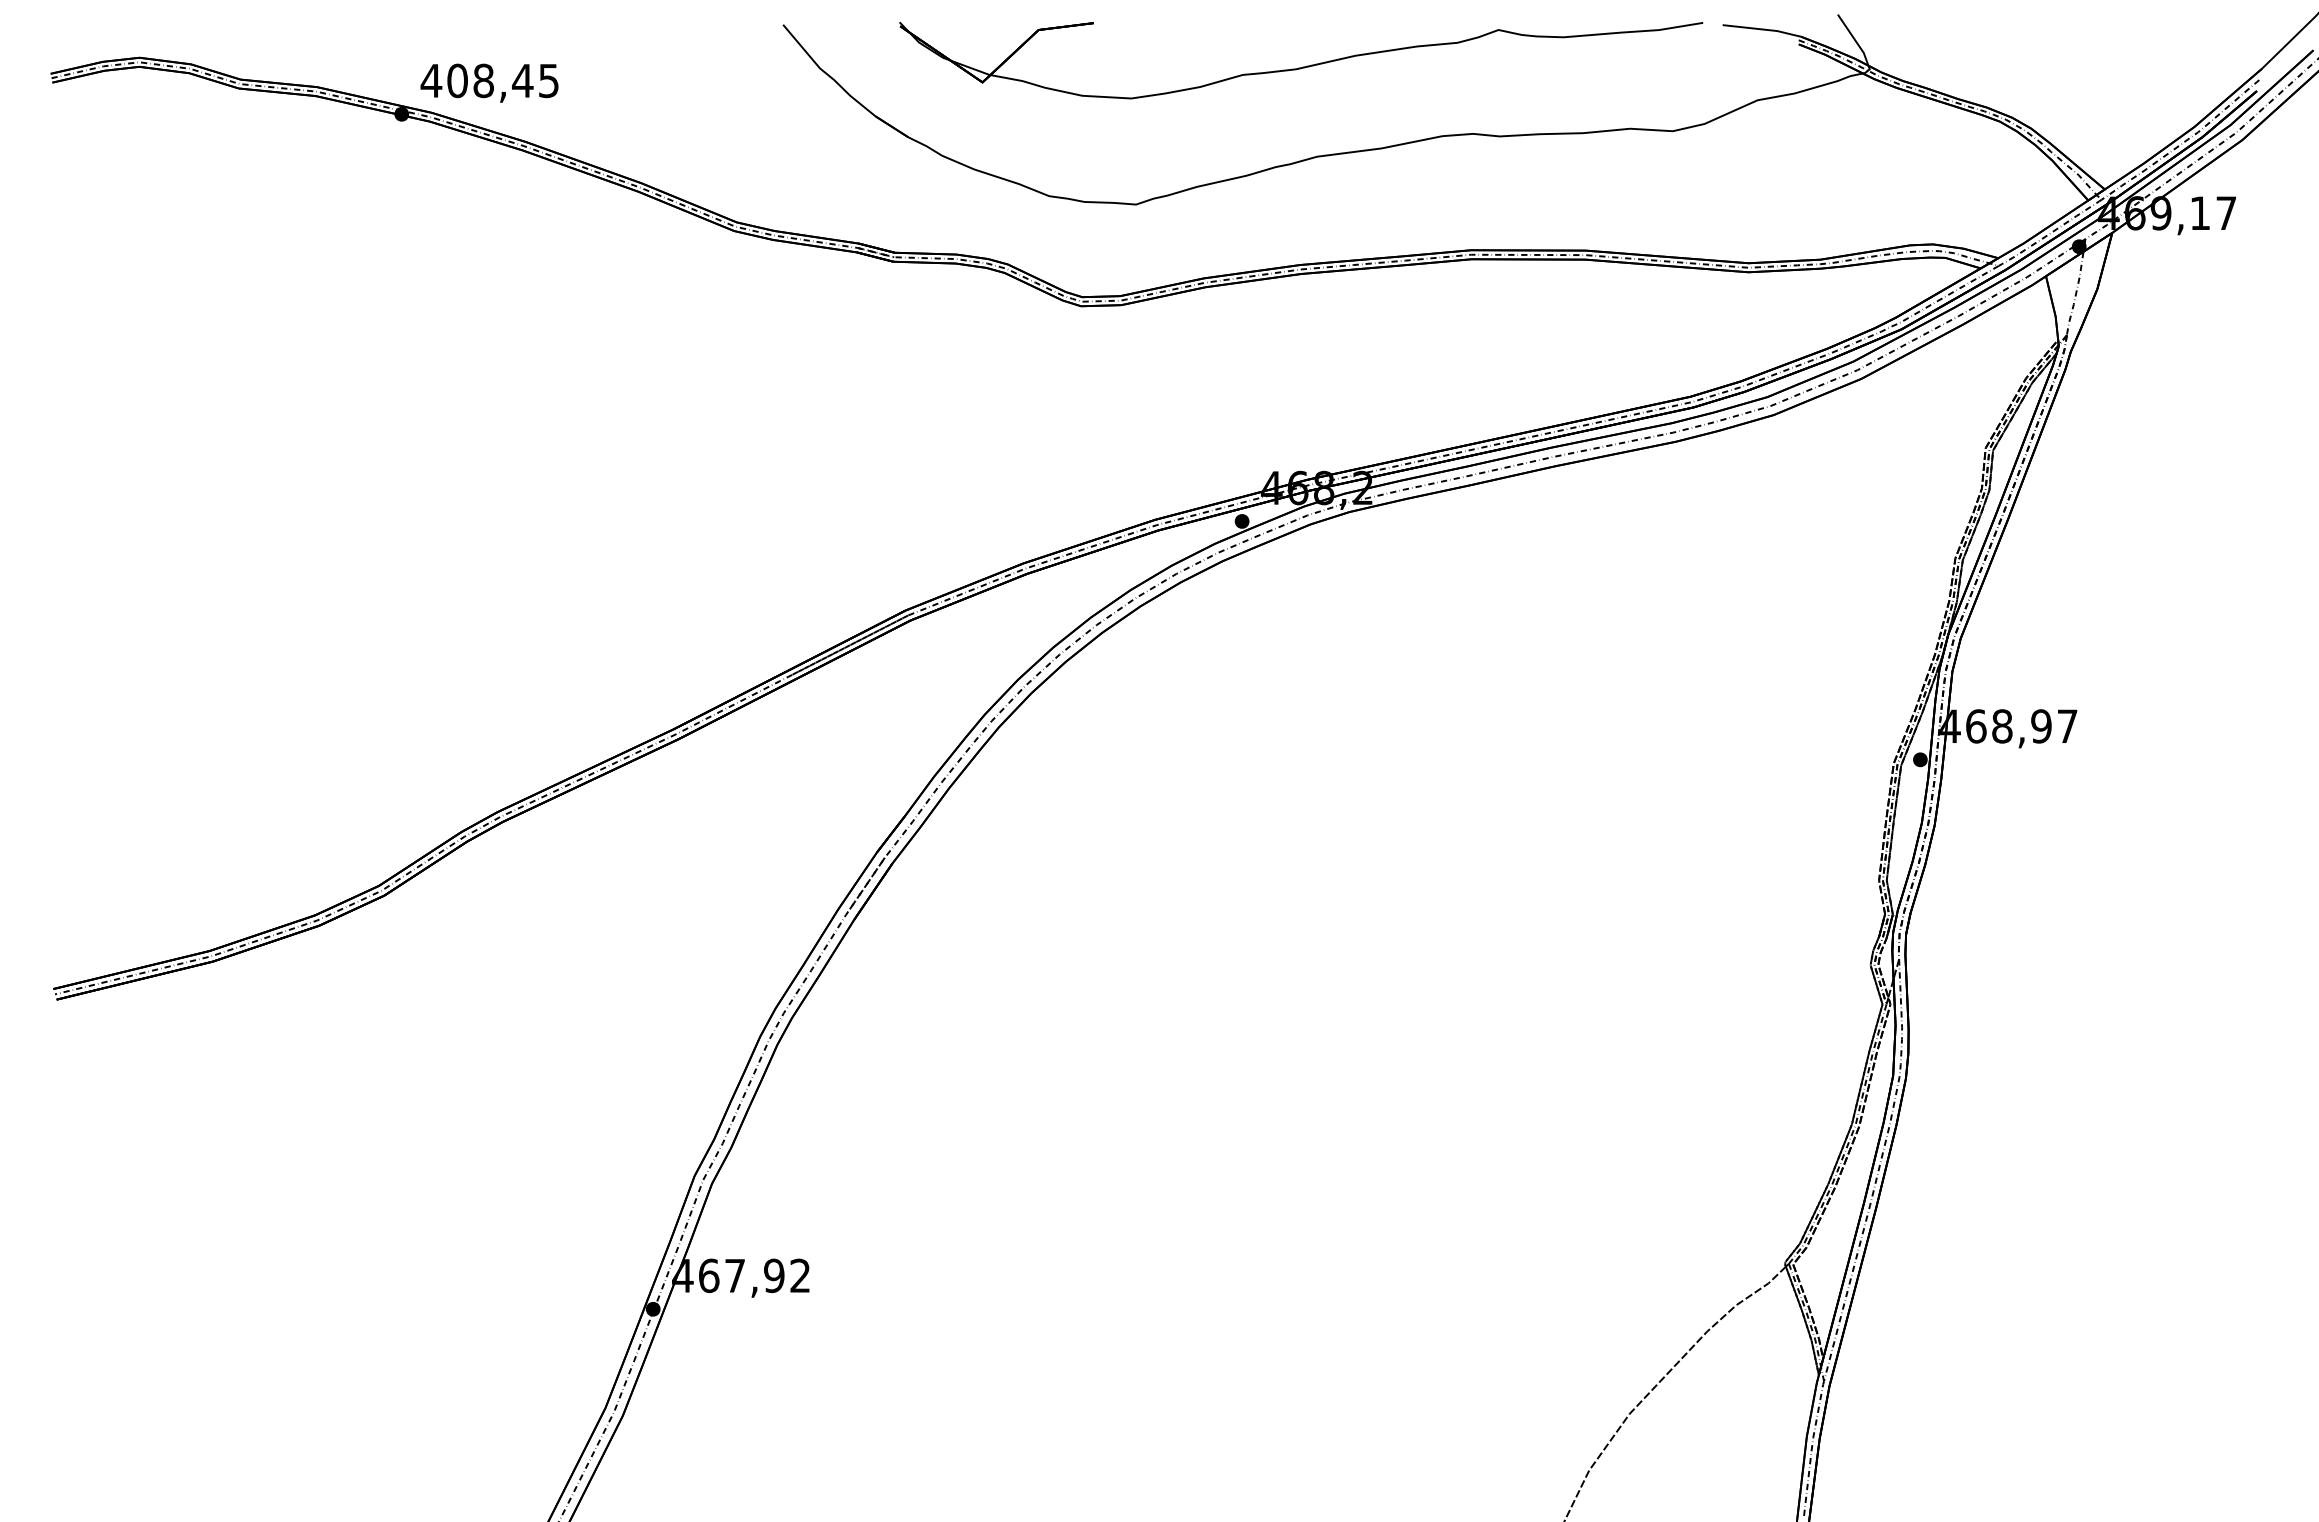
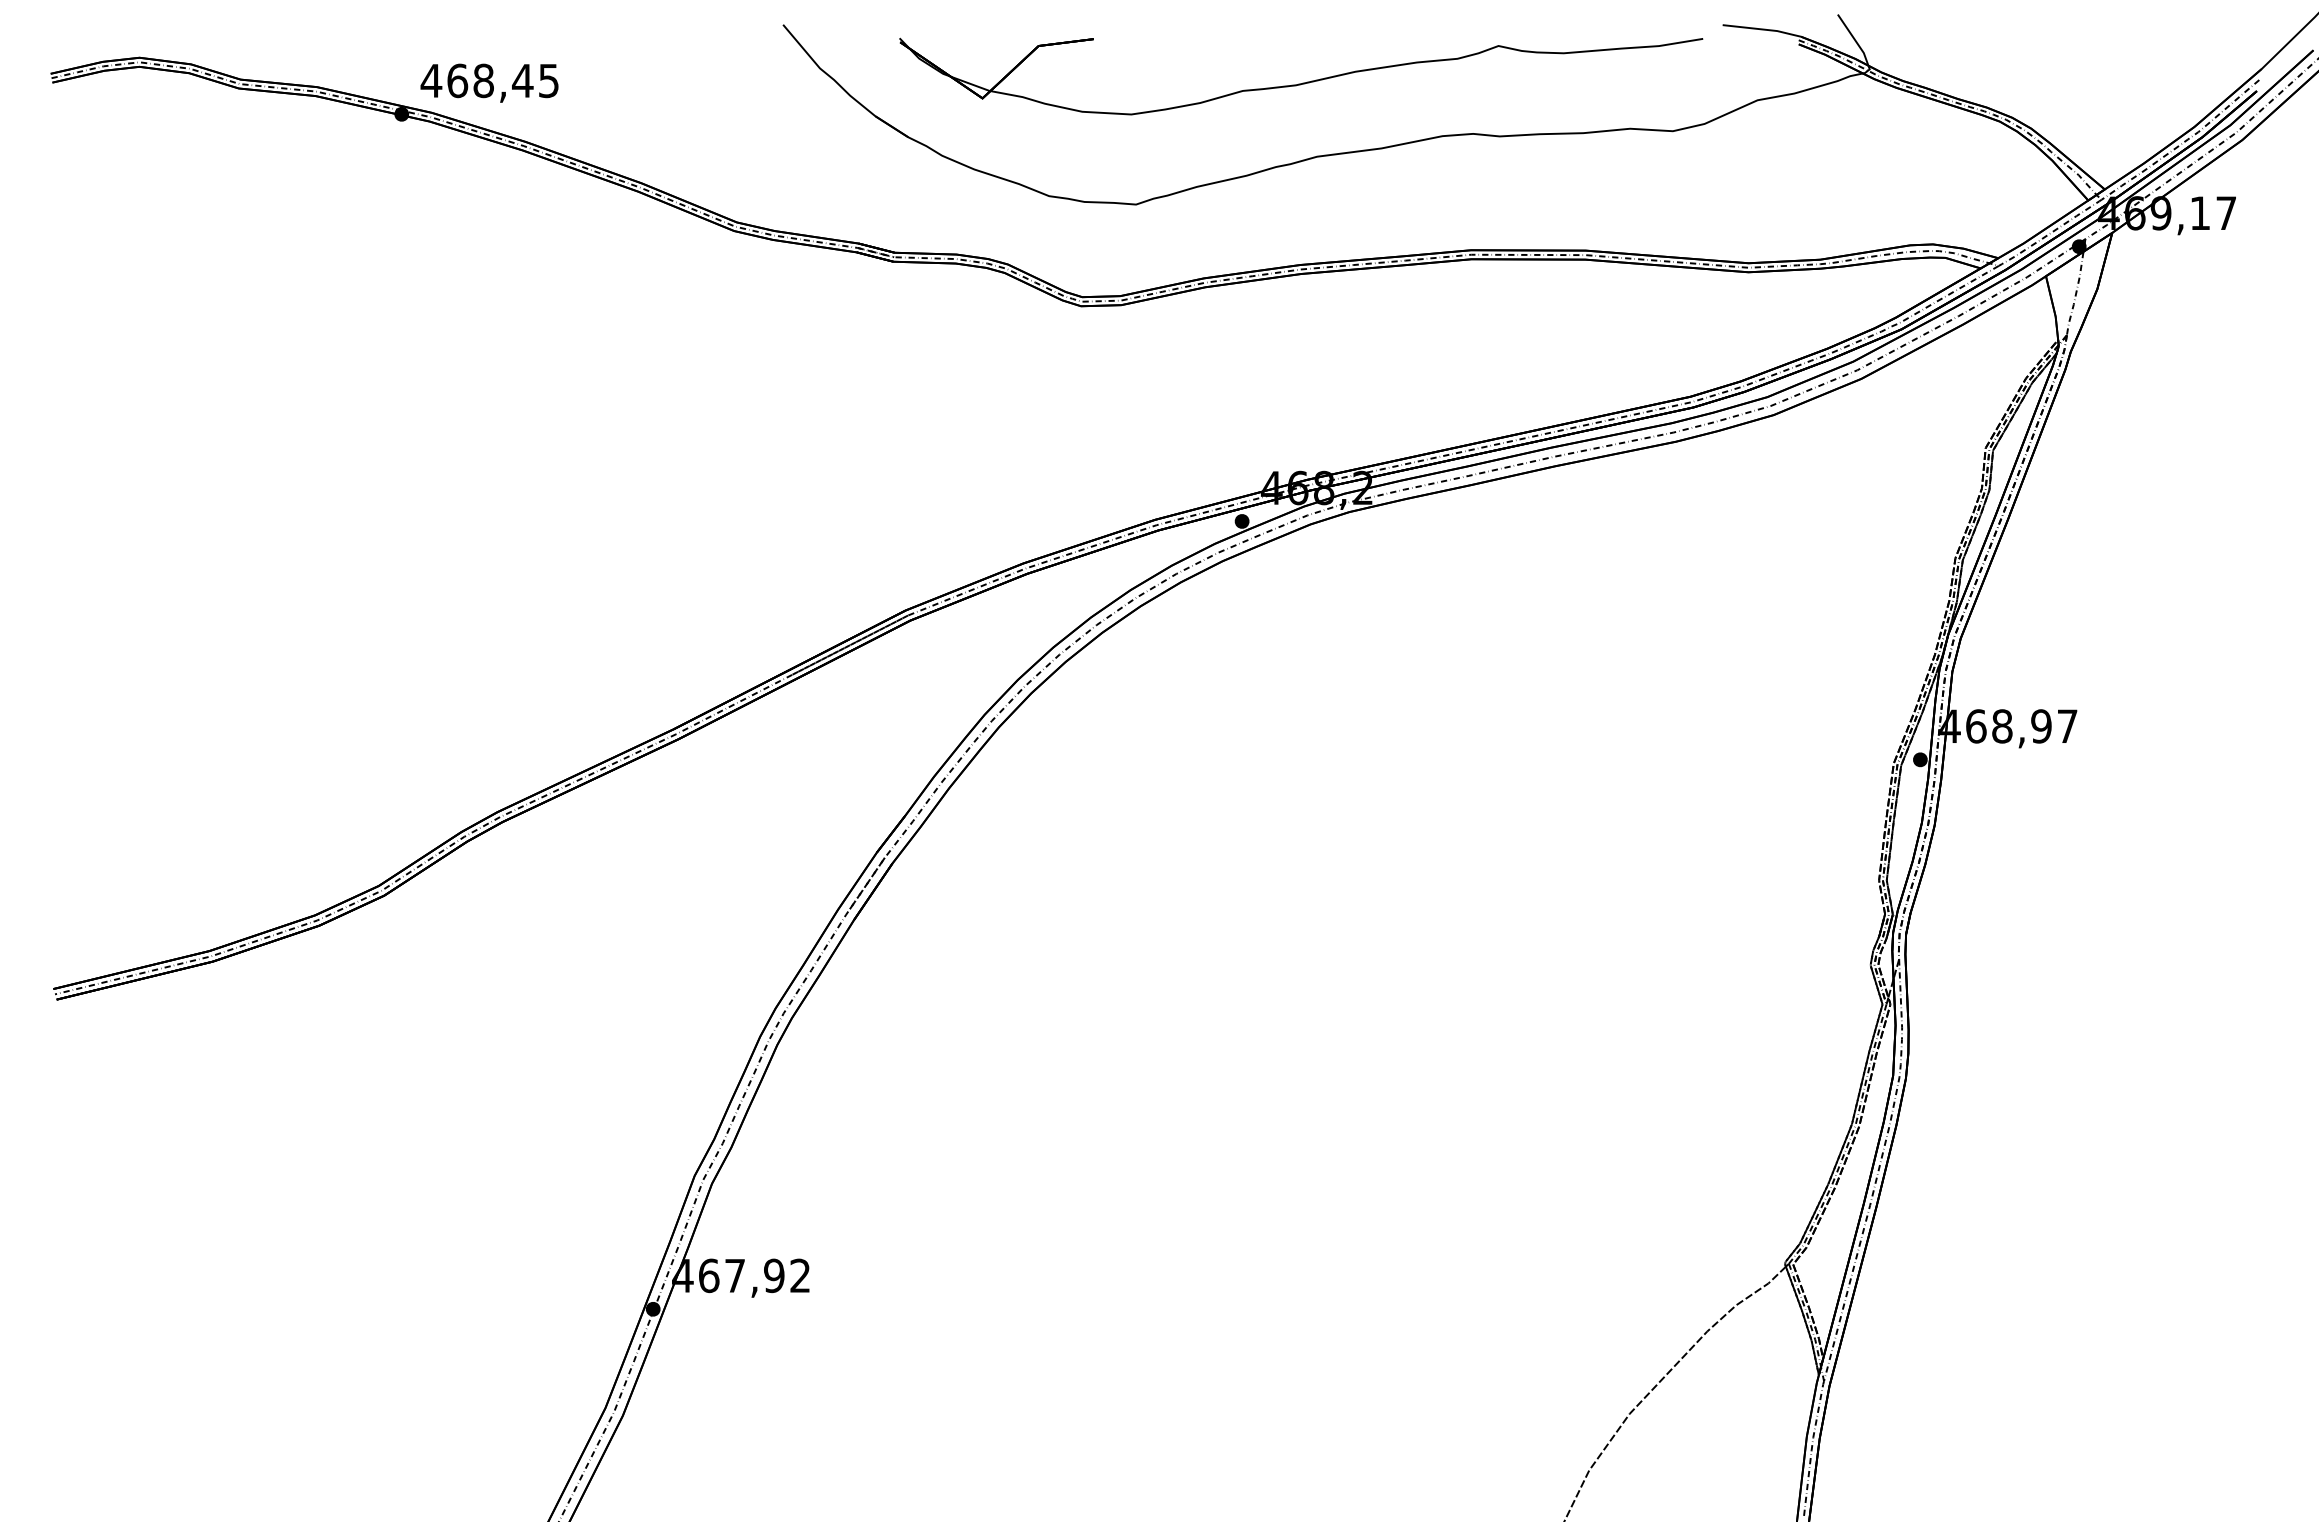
part at (1302, 66) position: (1302, 66) -> (1302, 82)
text at (457, 80): 408,45 -> 468,45
